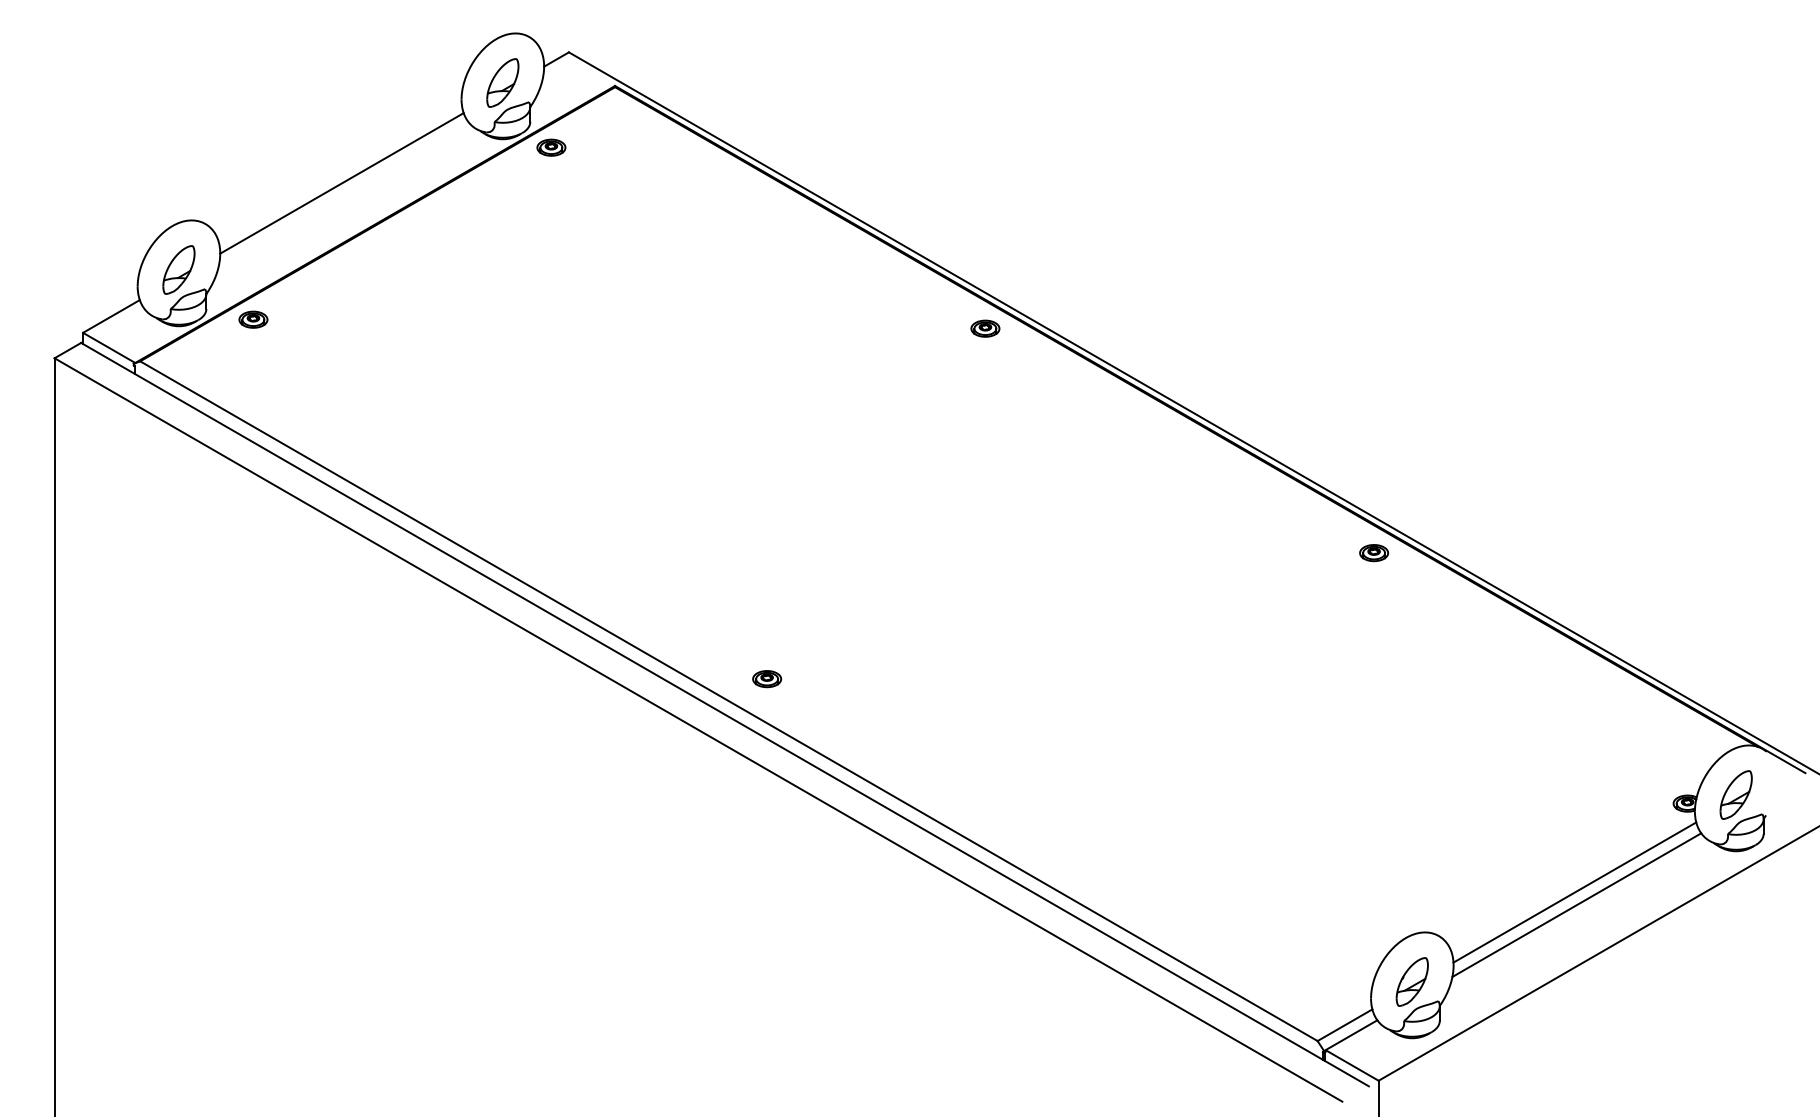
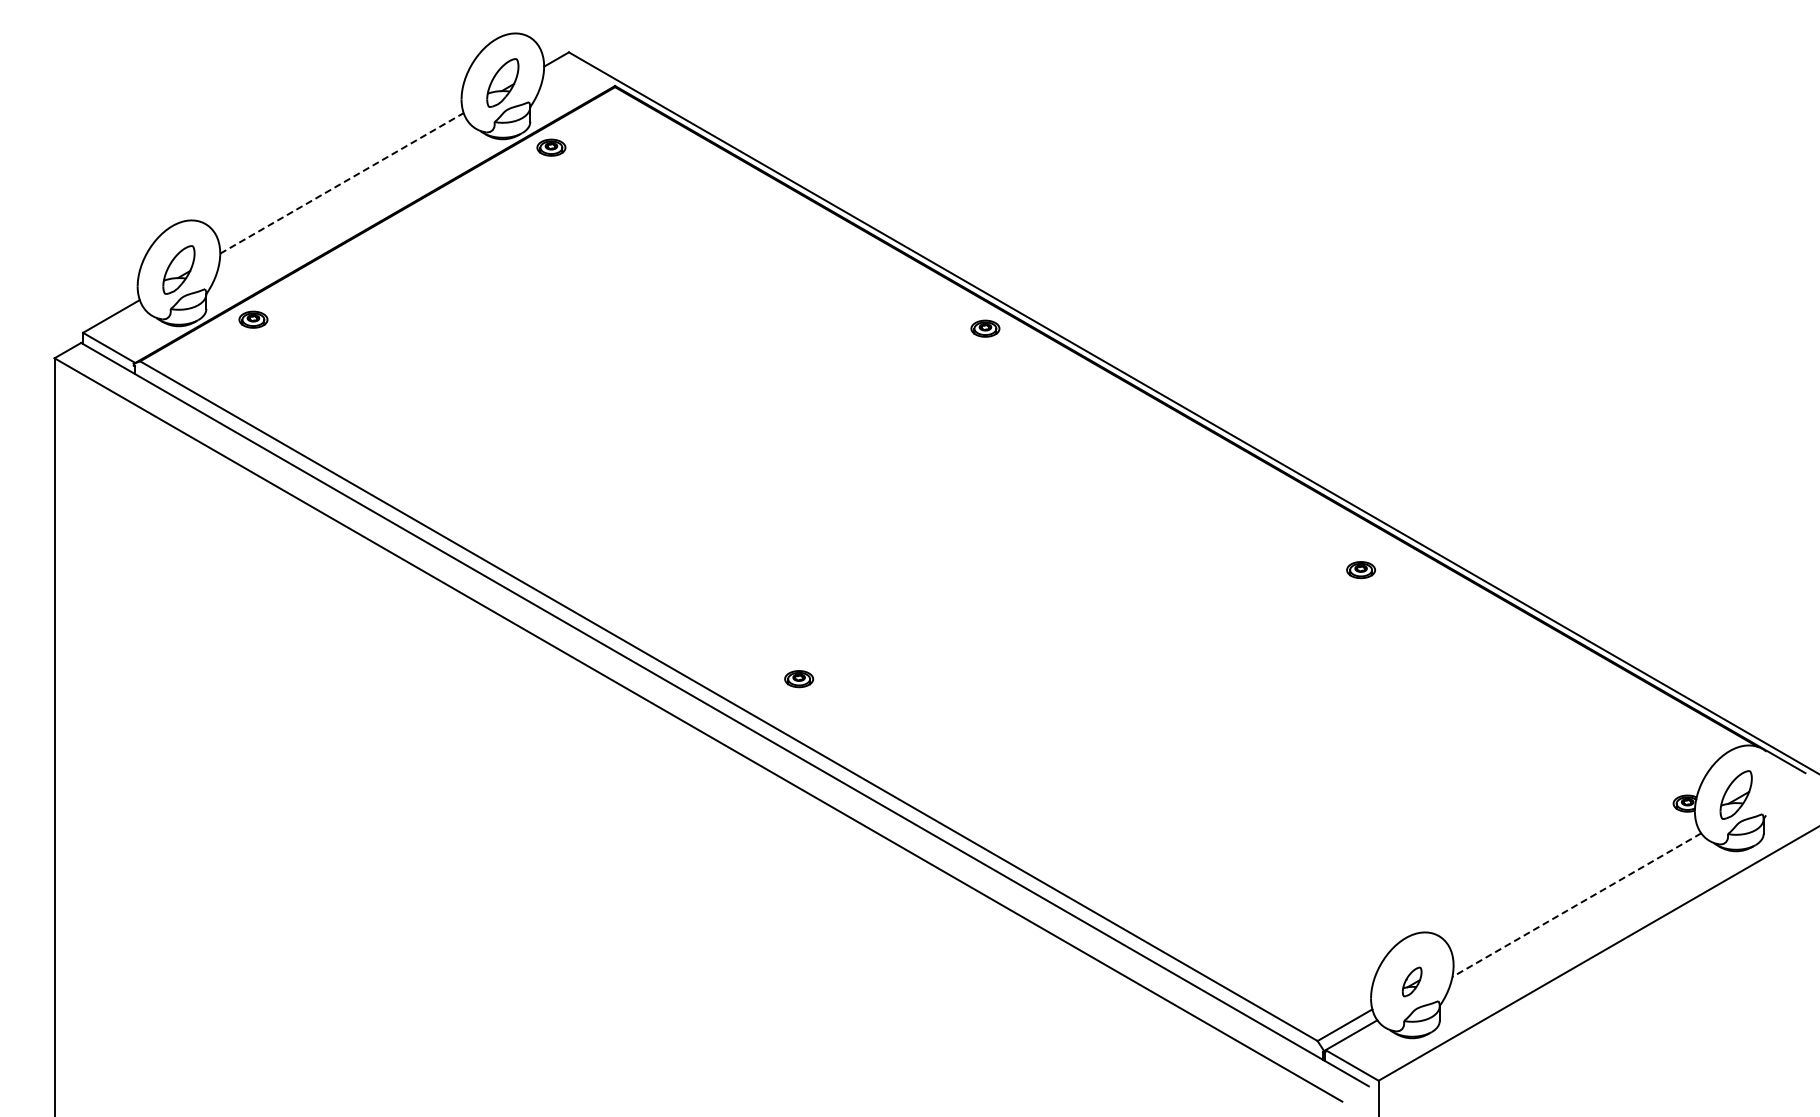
line at (341, 183): solid -> dashed
part at (1373, 553) position: (1373, 553) -> (1360, 570)
part at (767, 679) position: (767, 679) -> (799, 679)
line at (1574, 892): present -> none
line at (1576, 905): solid -> dashed
part at (1411, 981) size: 34x50 px -> 22x32 px
